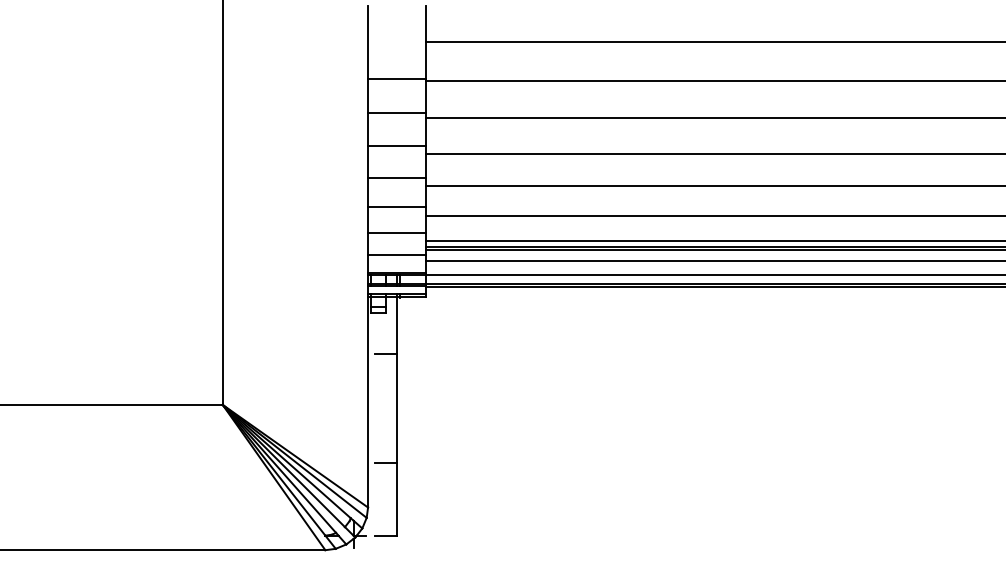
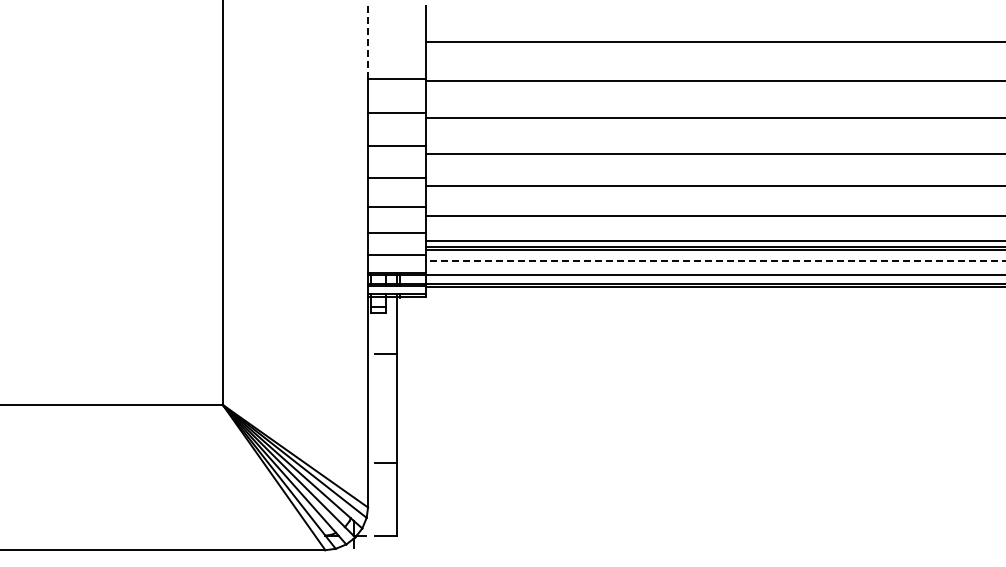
line at (368, 42): solid -> dashed
line at (716, 260): solid -> dashed
